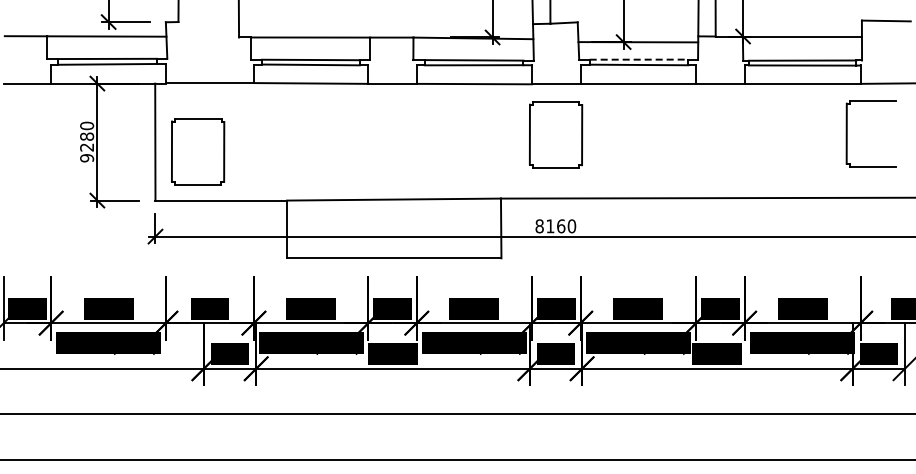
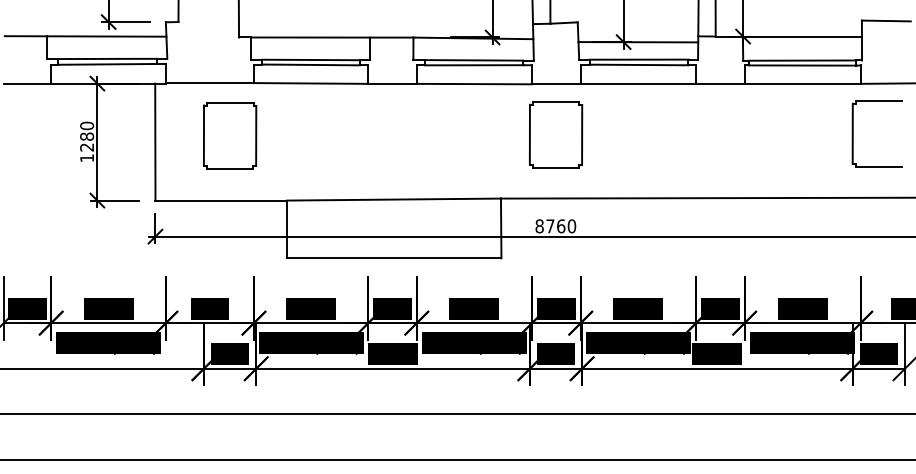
line at (639, 59): dashed -> solid
part at (847, 133) position: (847, 133) -> (853, 133)
part at (198, 151) position: (198, 151) -> (230, 135)
text at (87, 158): 9280 -> 1280
text at (550, 226): 8160 -> 8760
